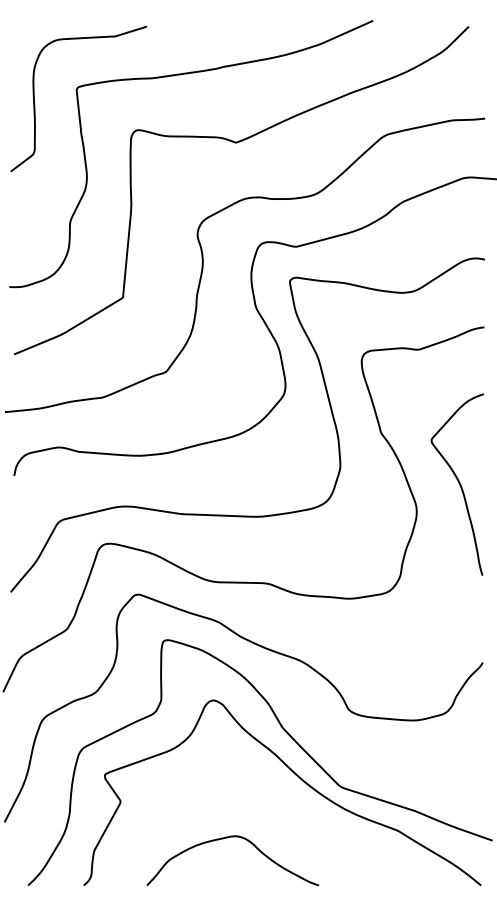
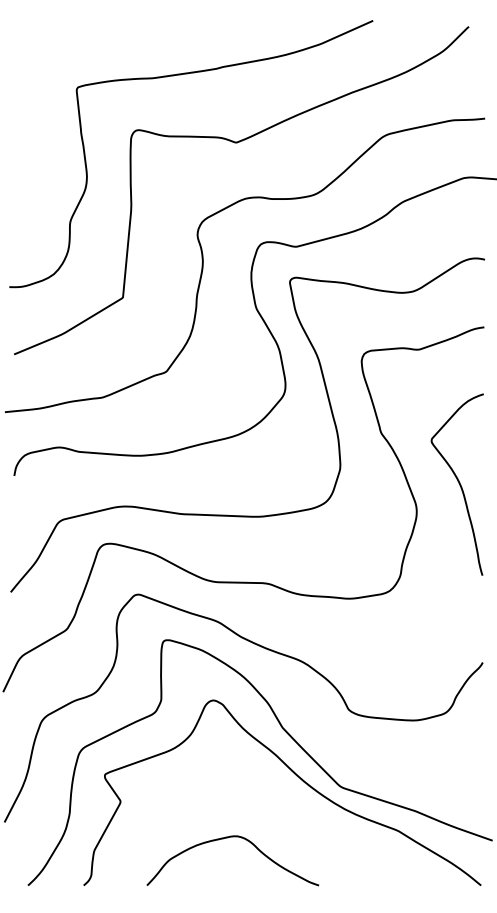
curve at (35, 104): present -> none
